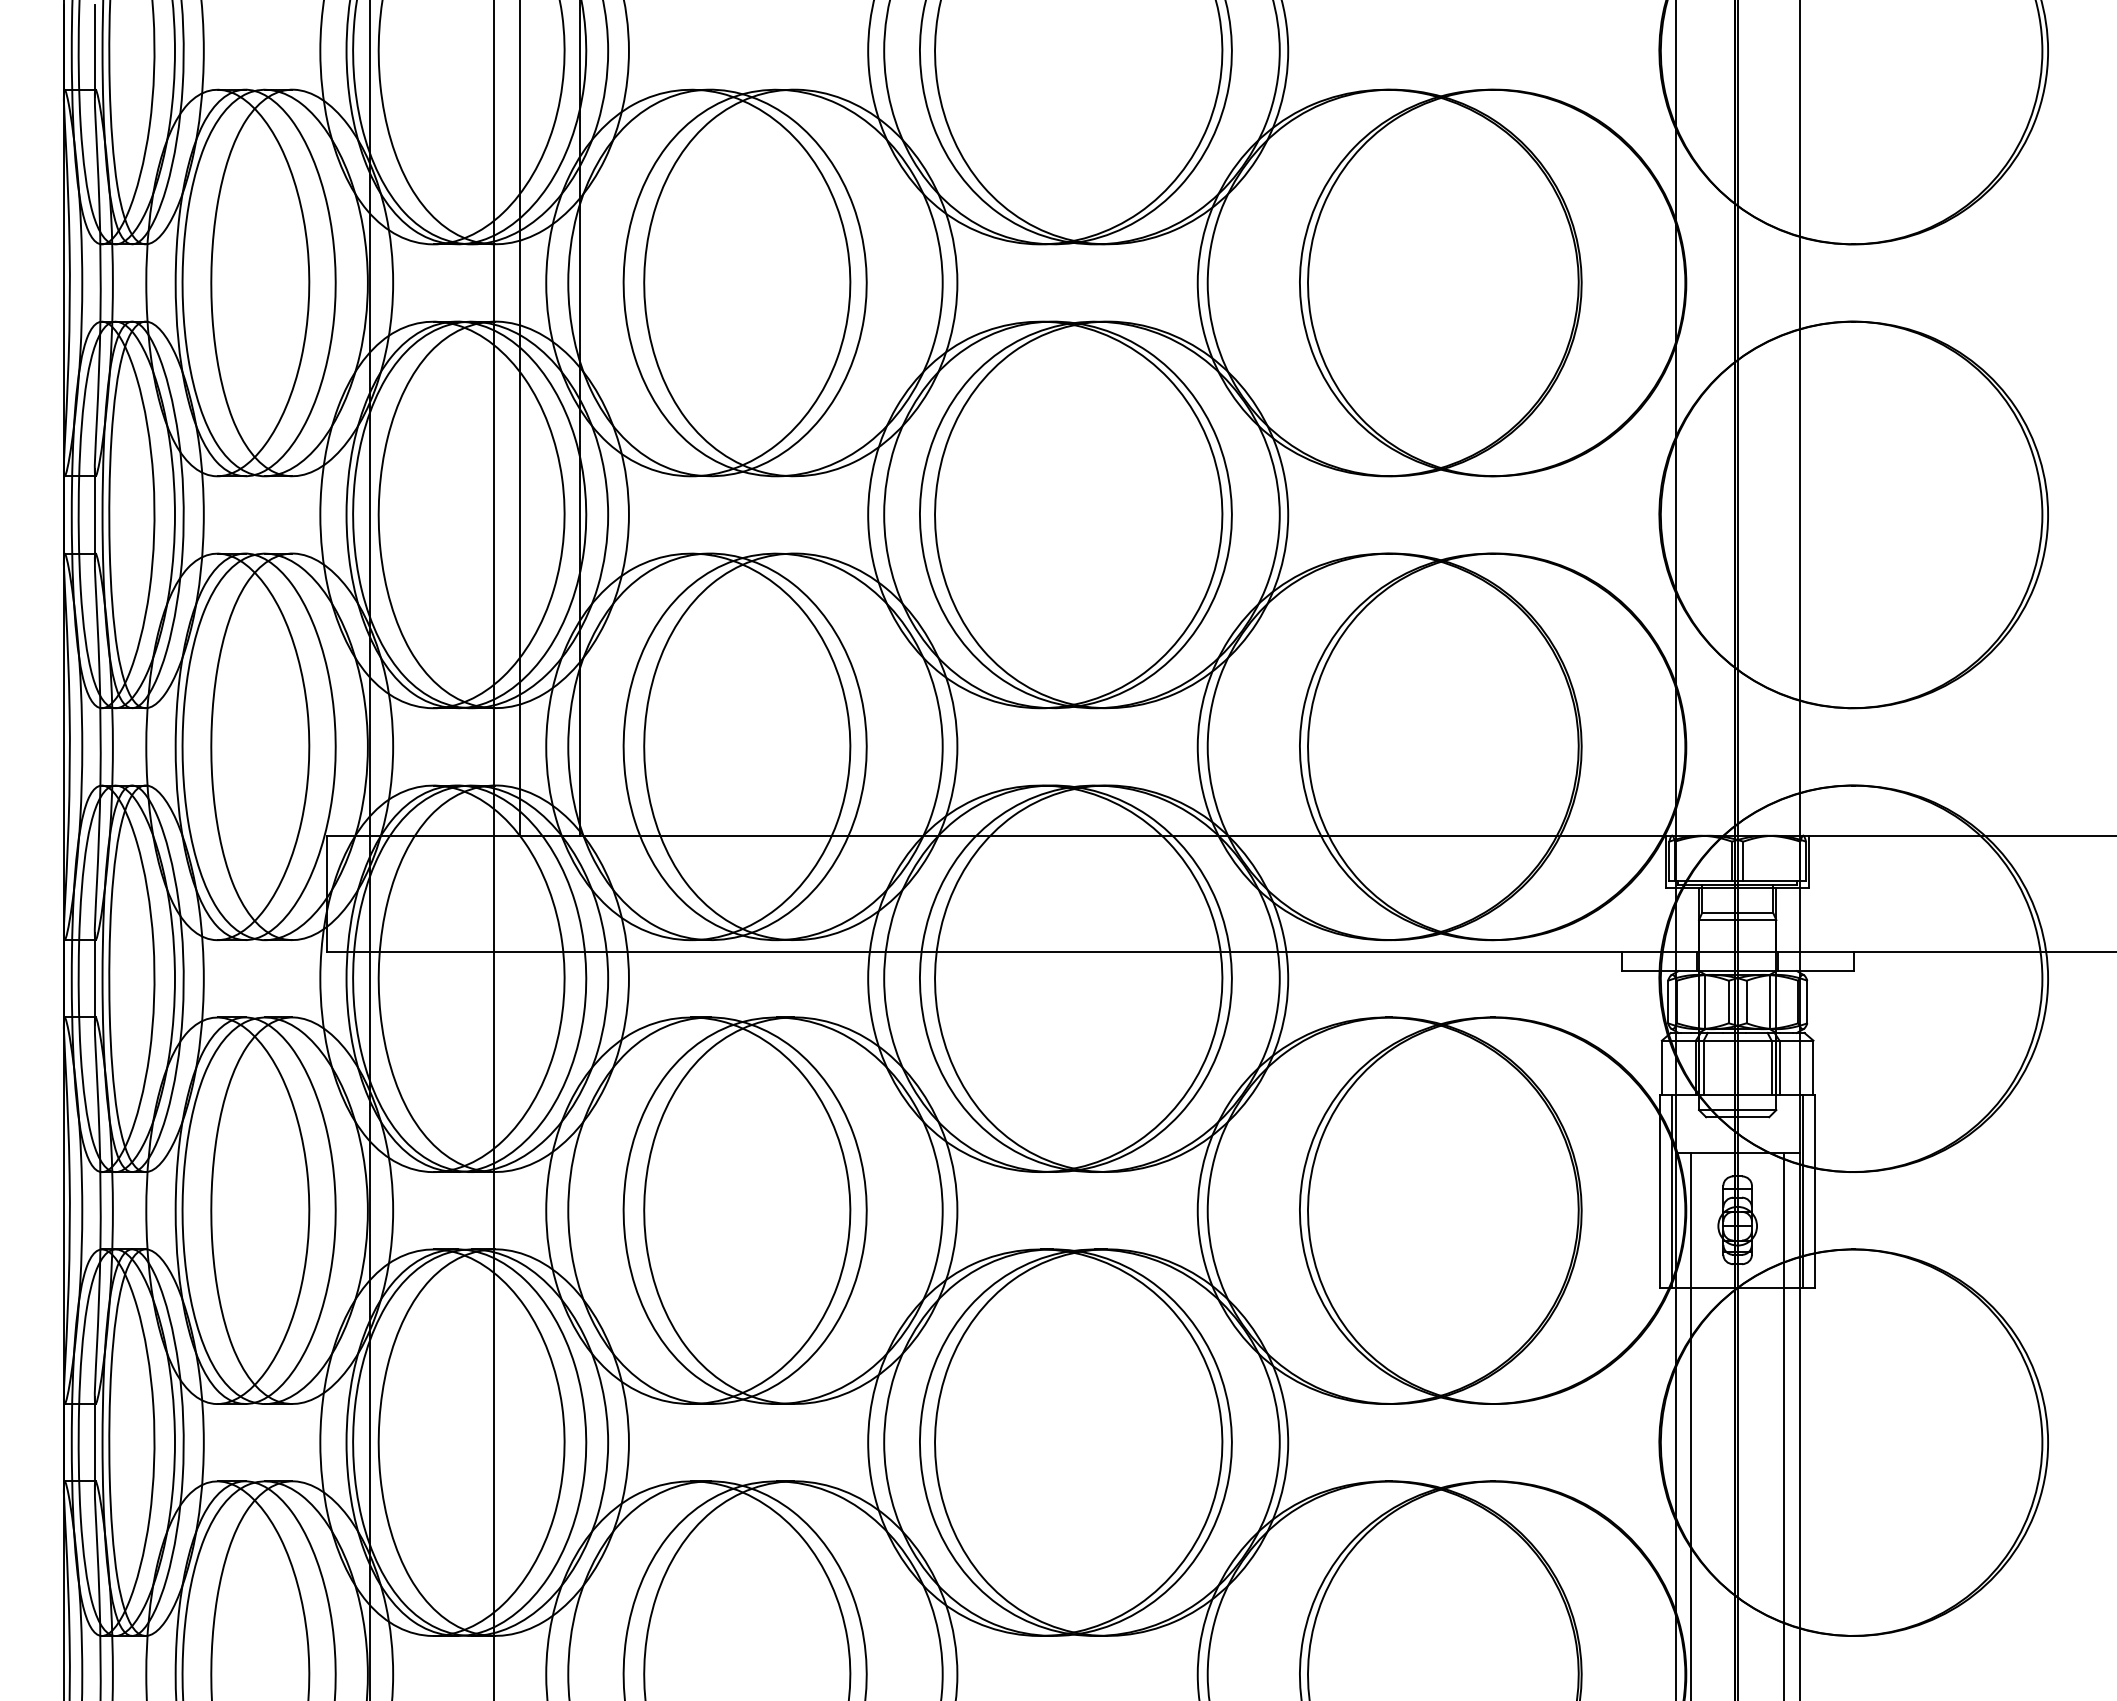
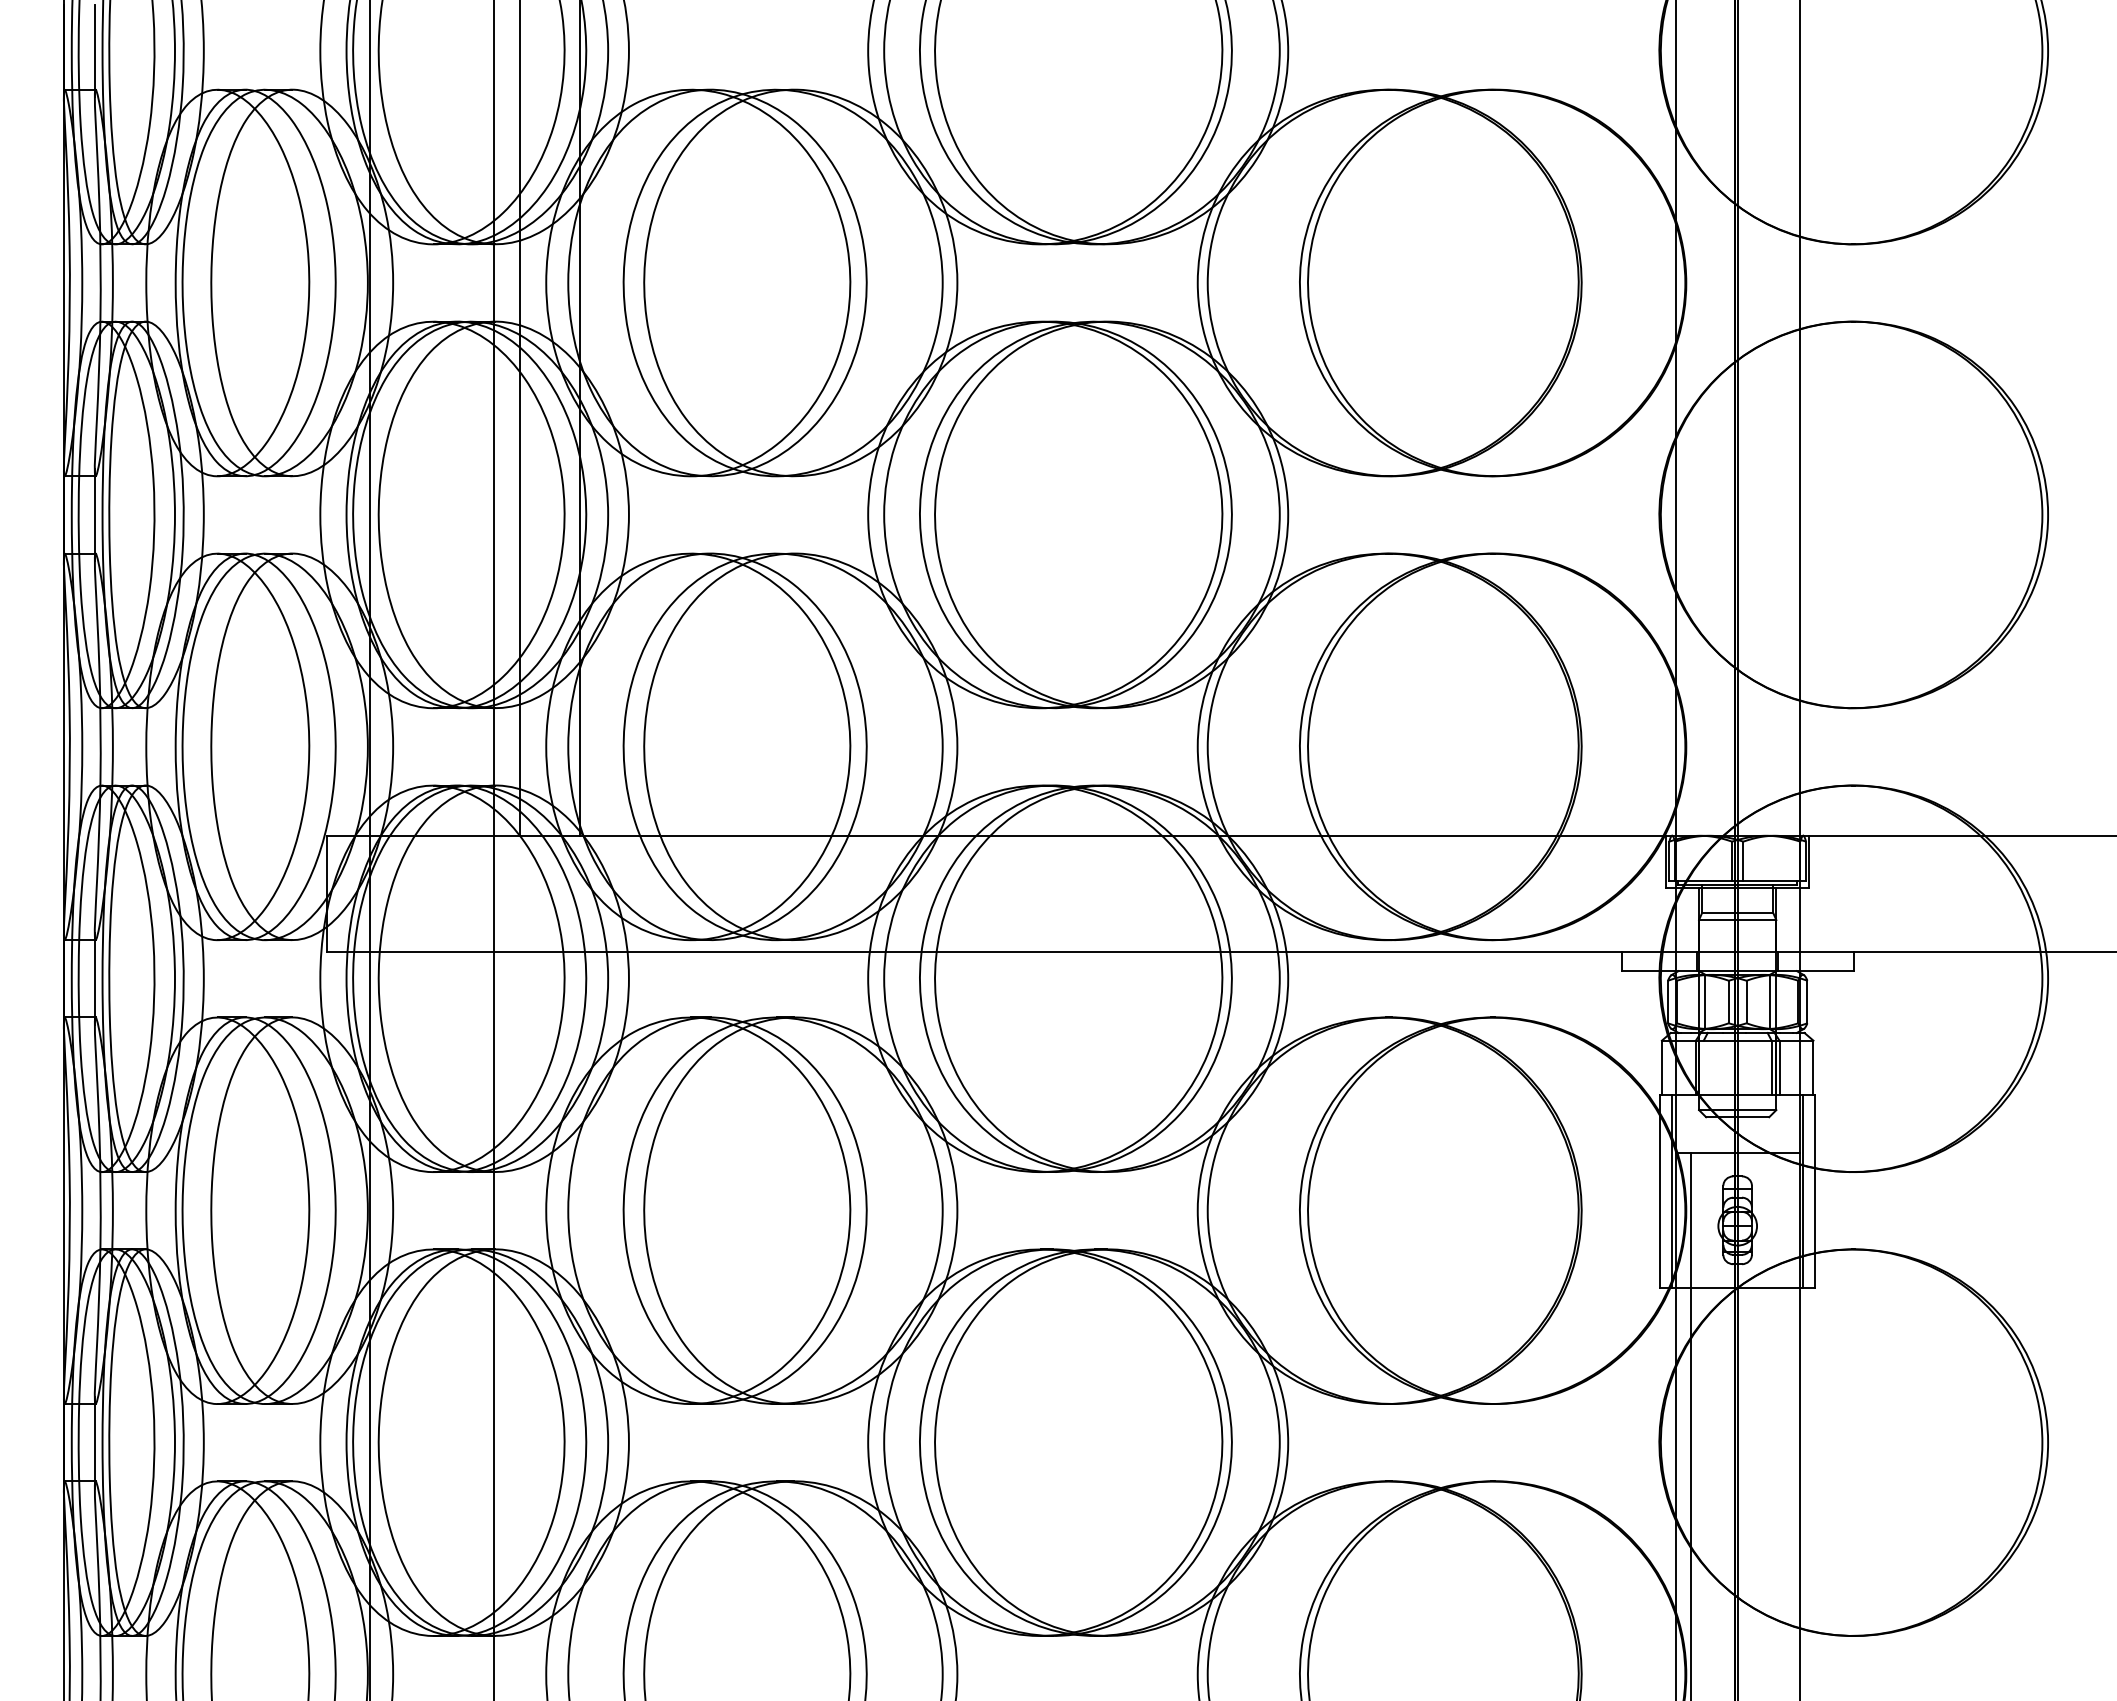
line at (1703, 1067): present -> none
line at (1784, 1424): present -> none
